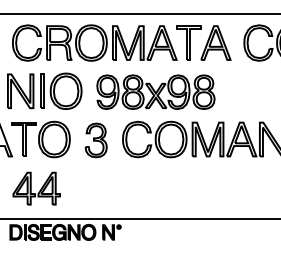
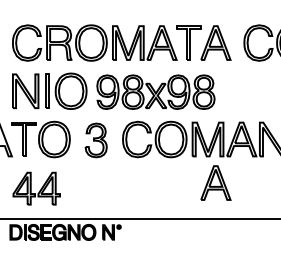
line at (139, 14): present -> none
part at (44, 90) position: (44, 90) -> (49, 90)
part at (215, 182): none -> present
